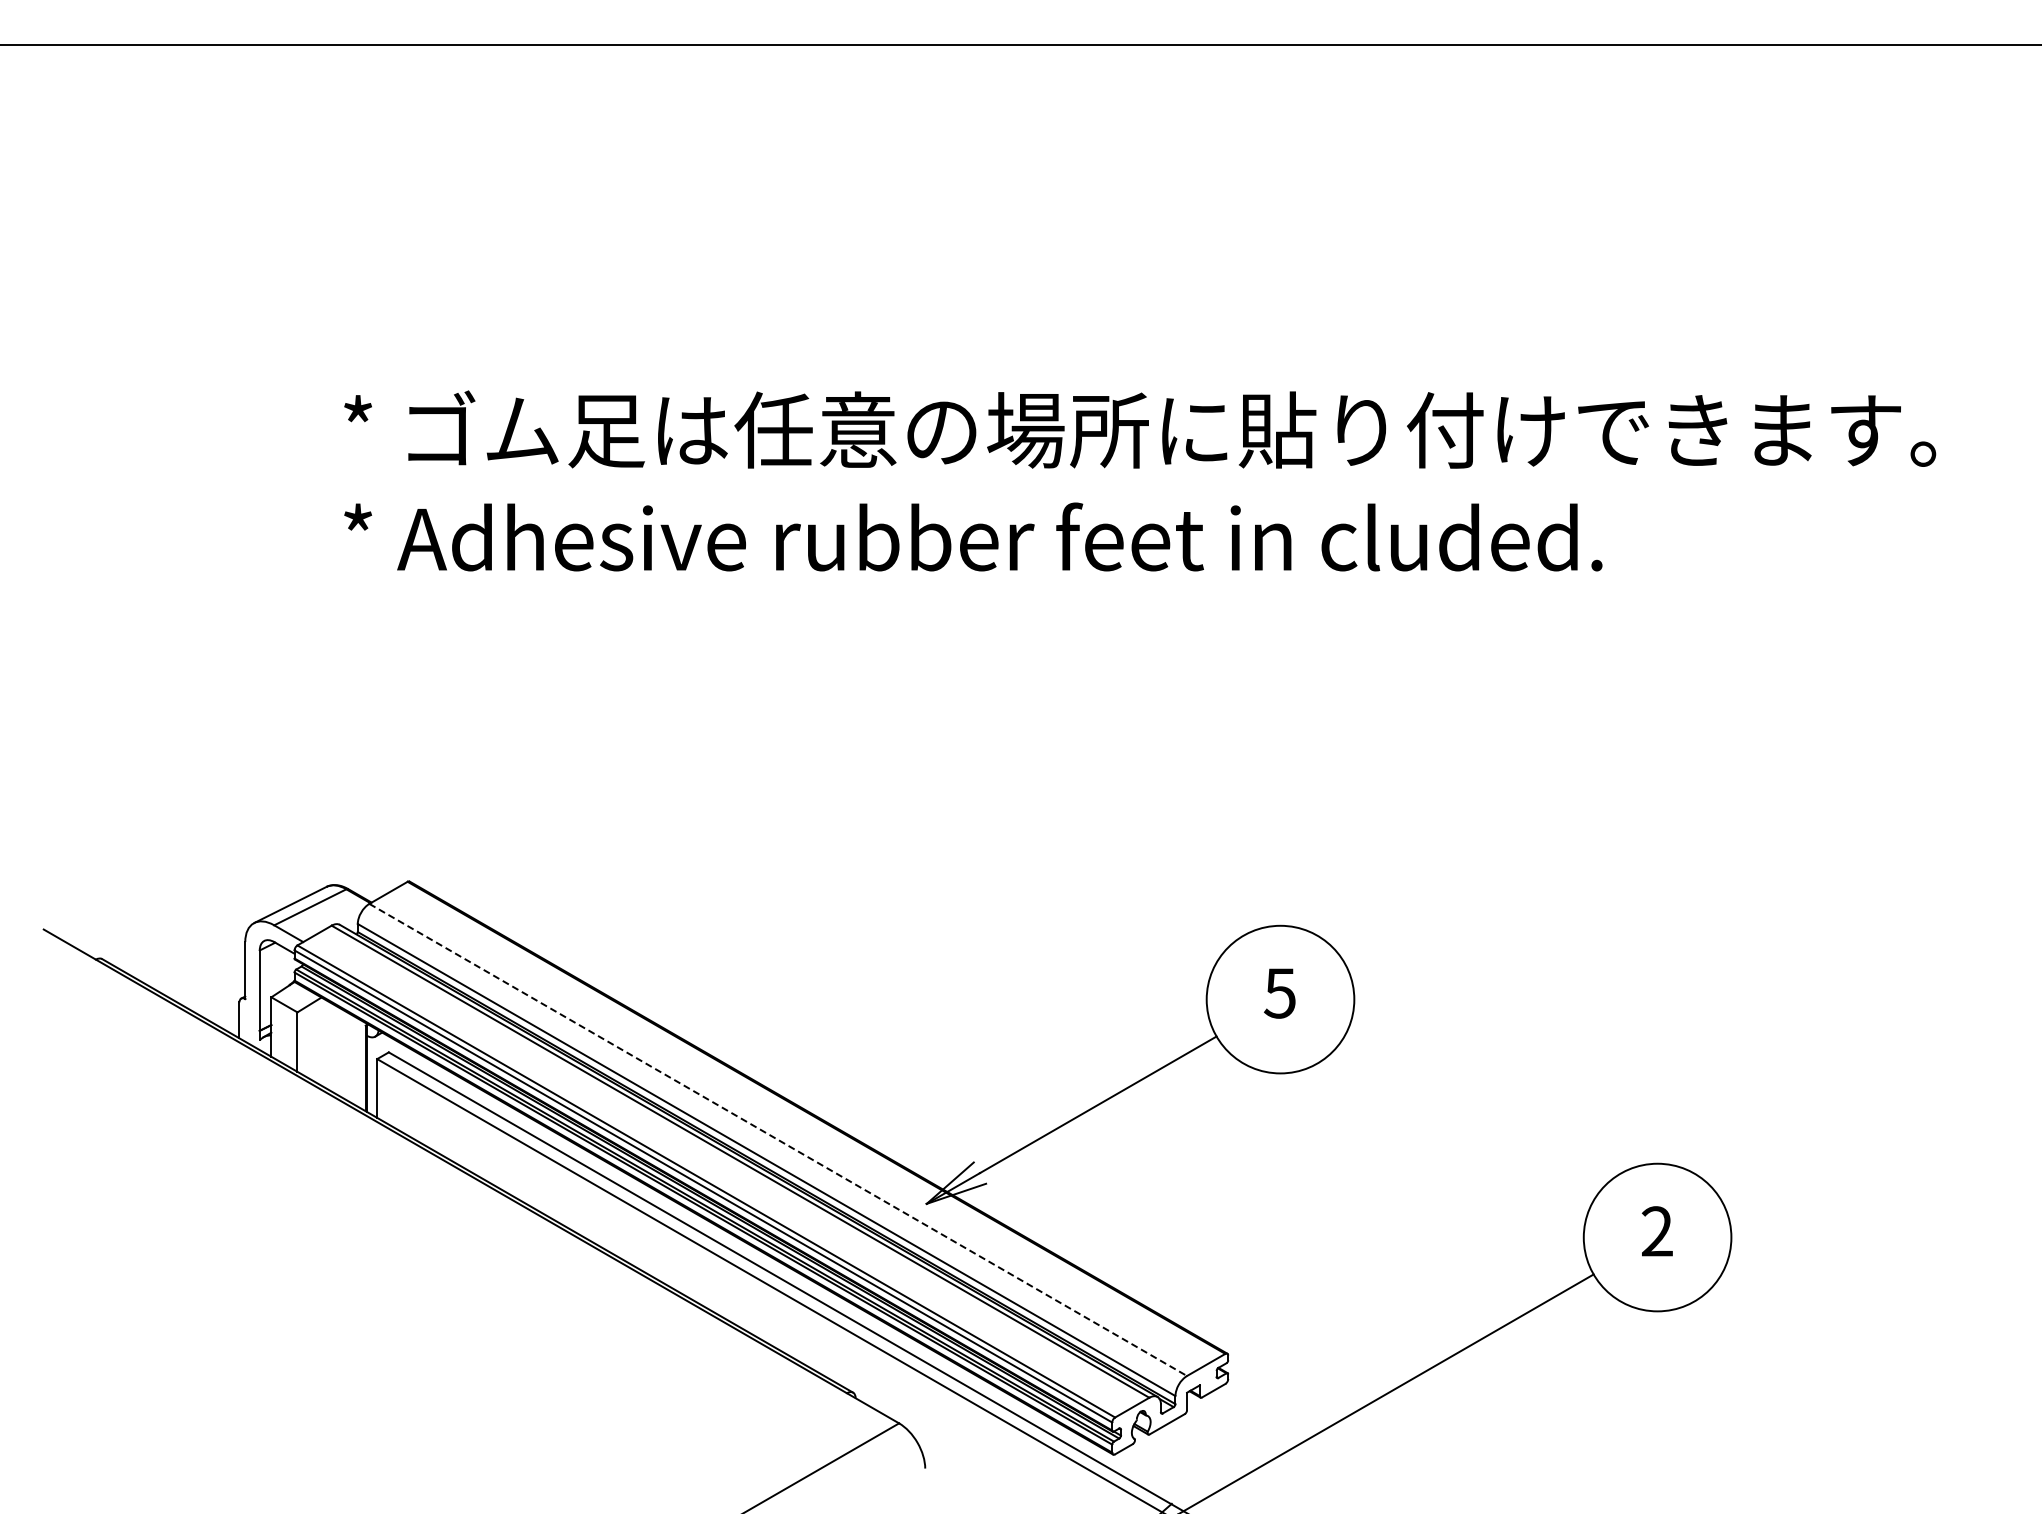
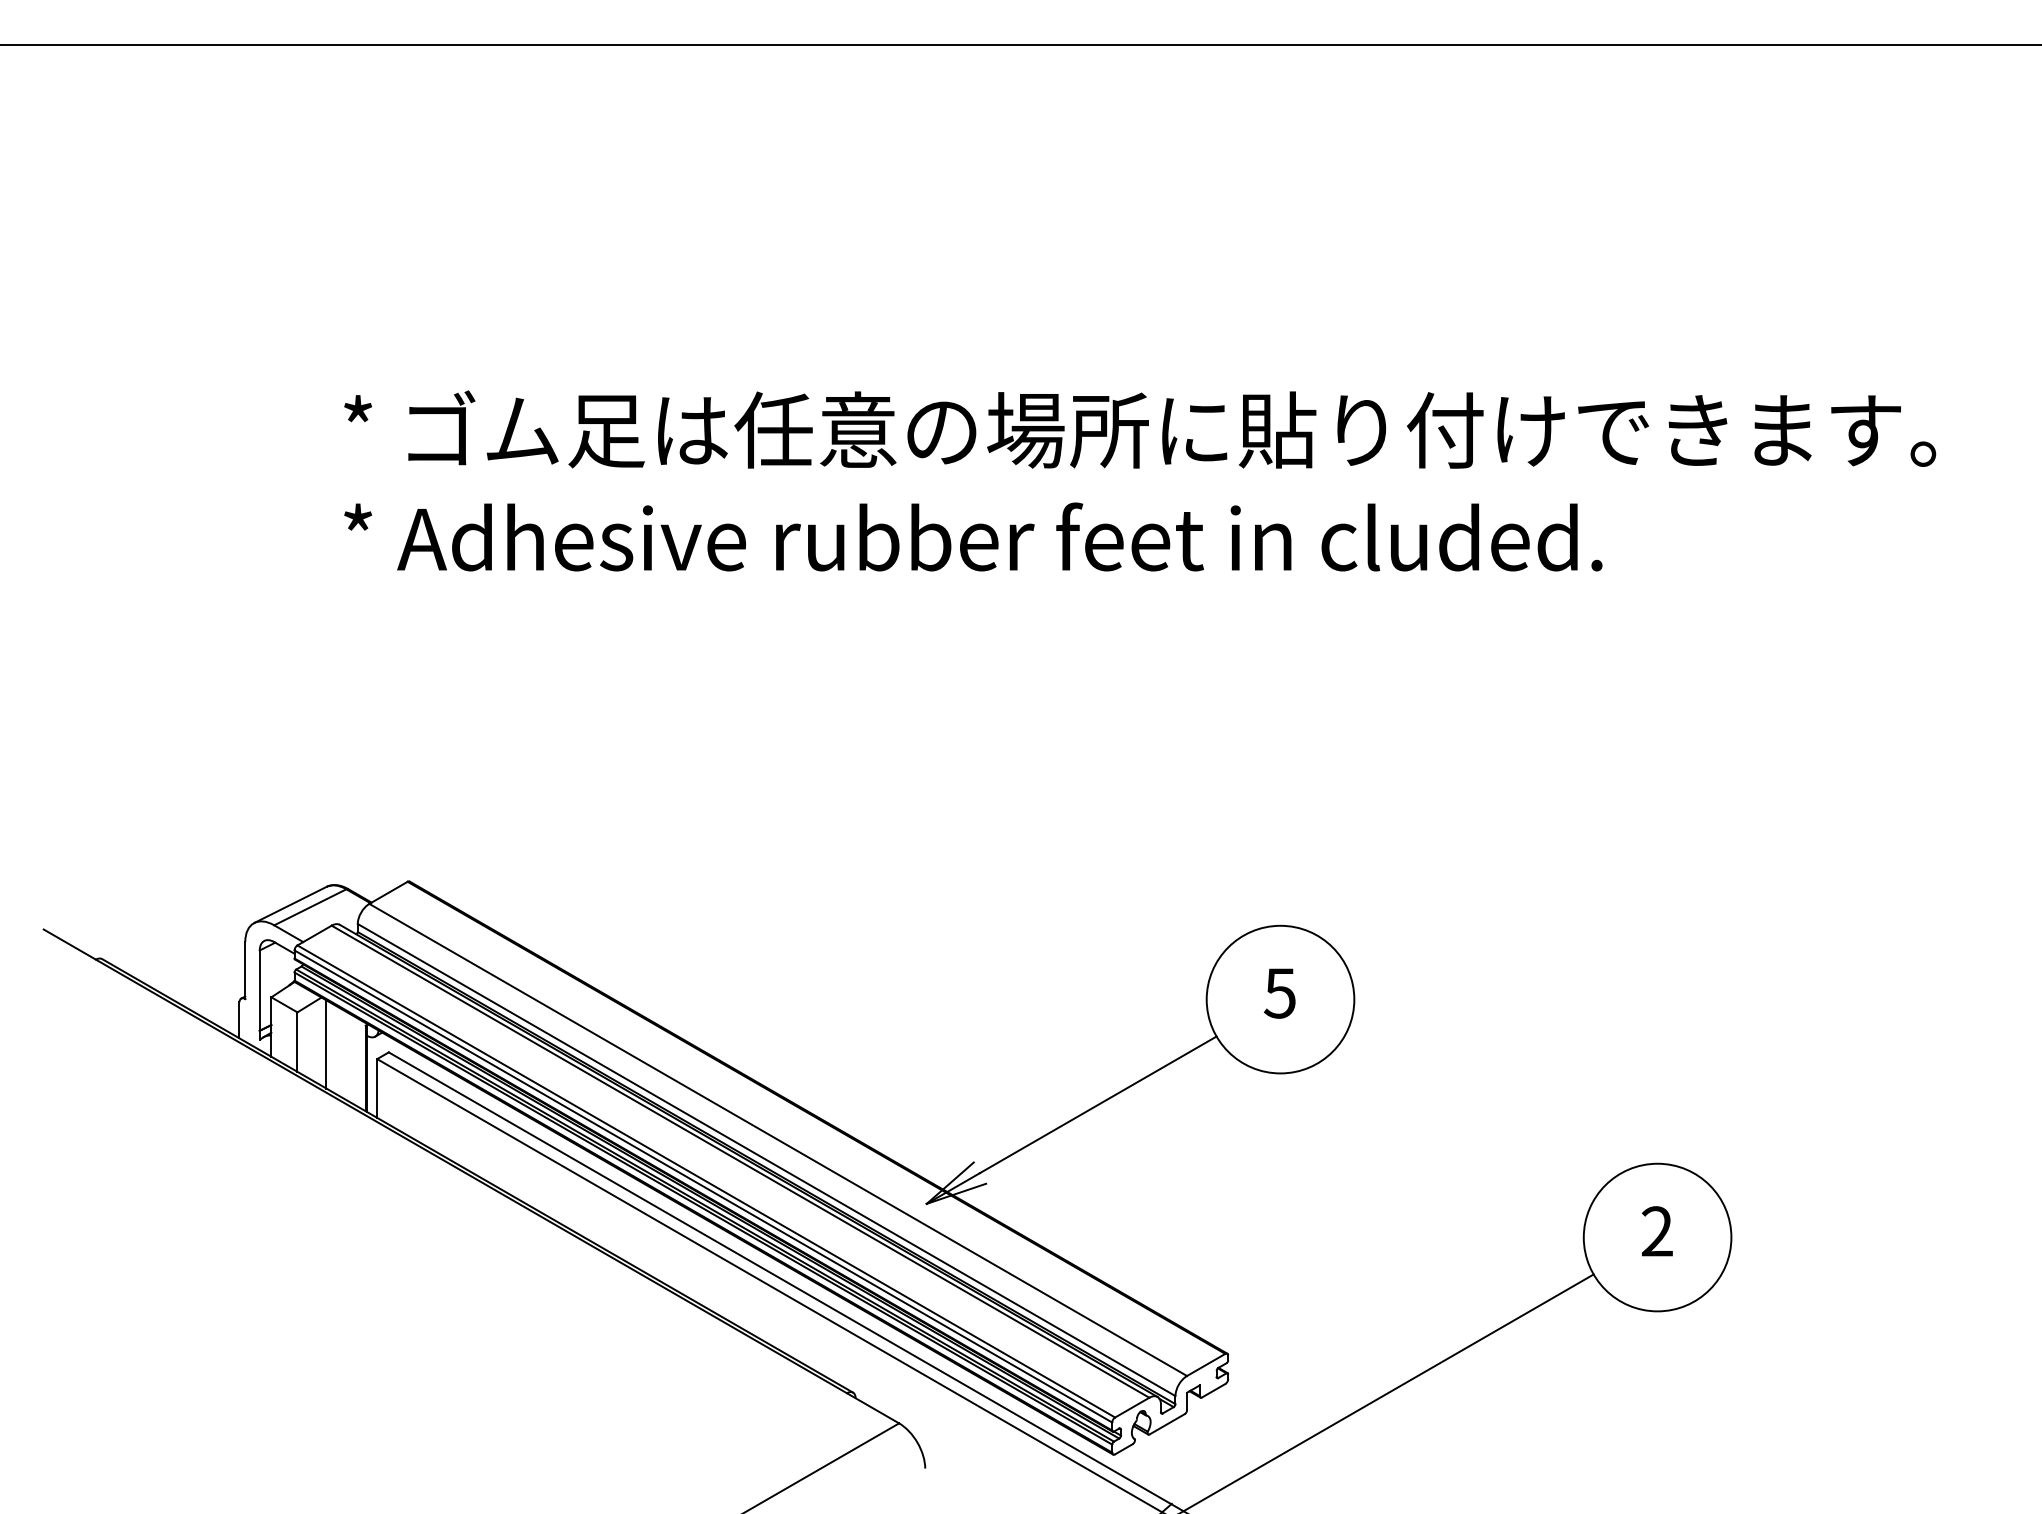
line at (326, 1044): none -> present
line at (778, 1140): dashed -> solid
